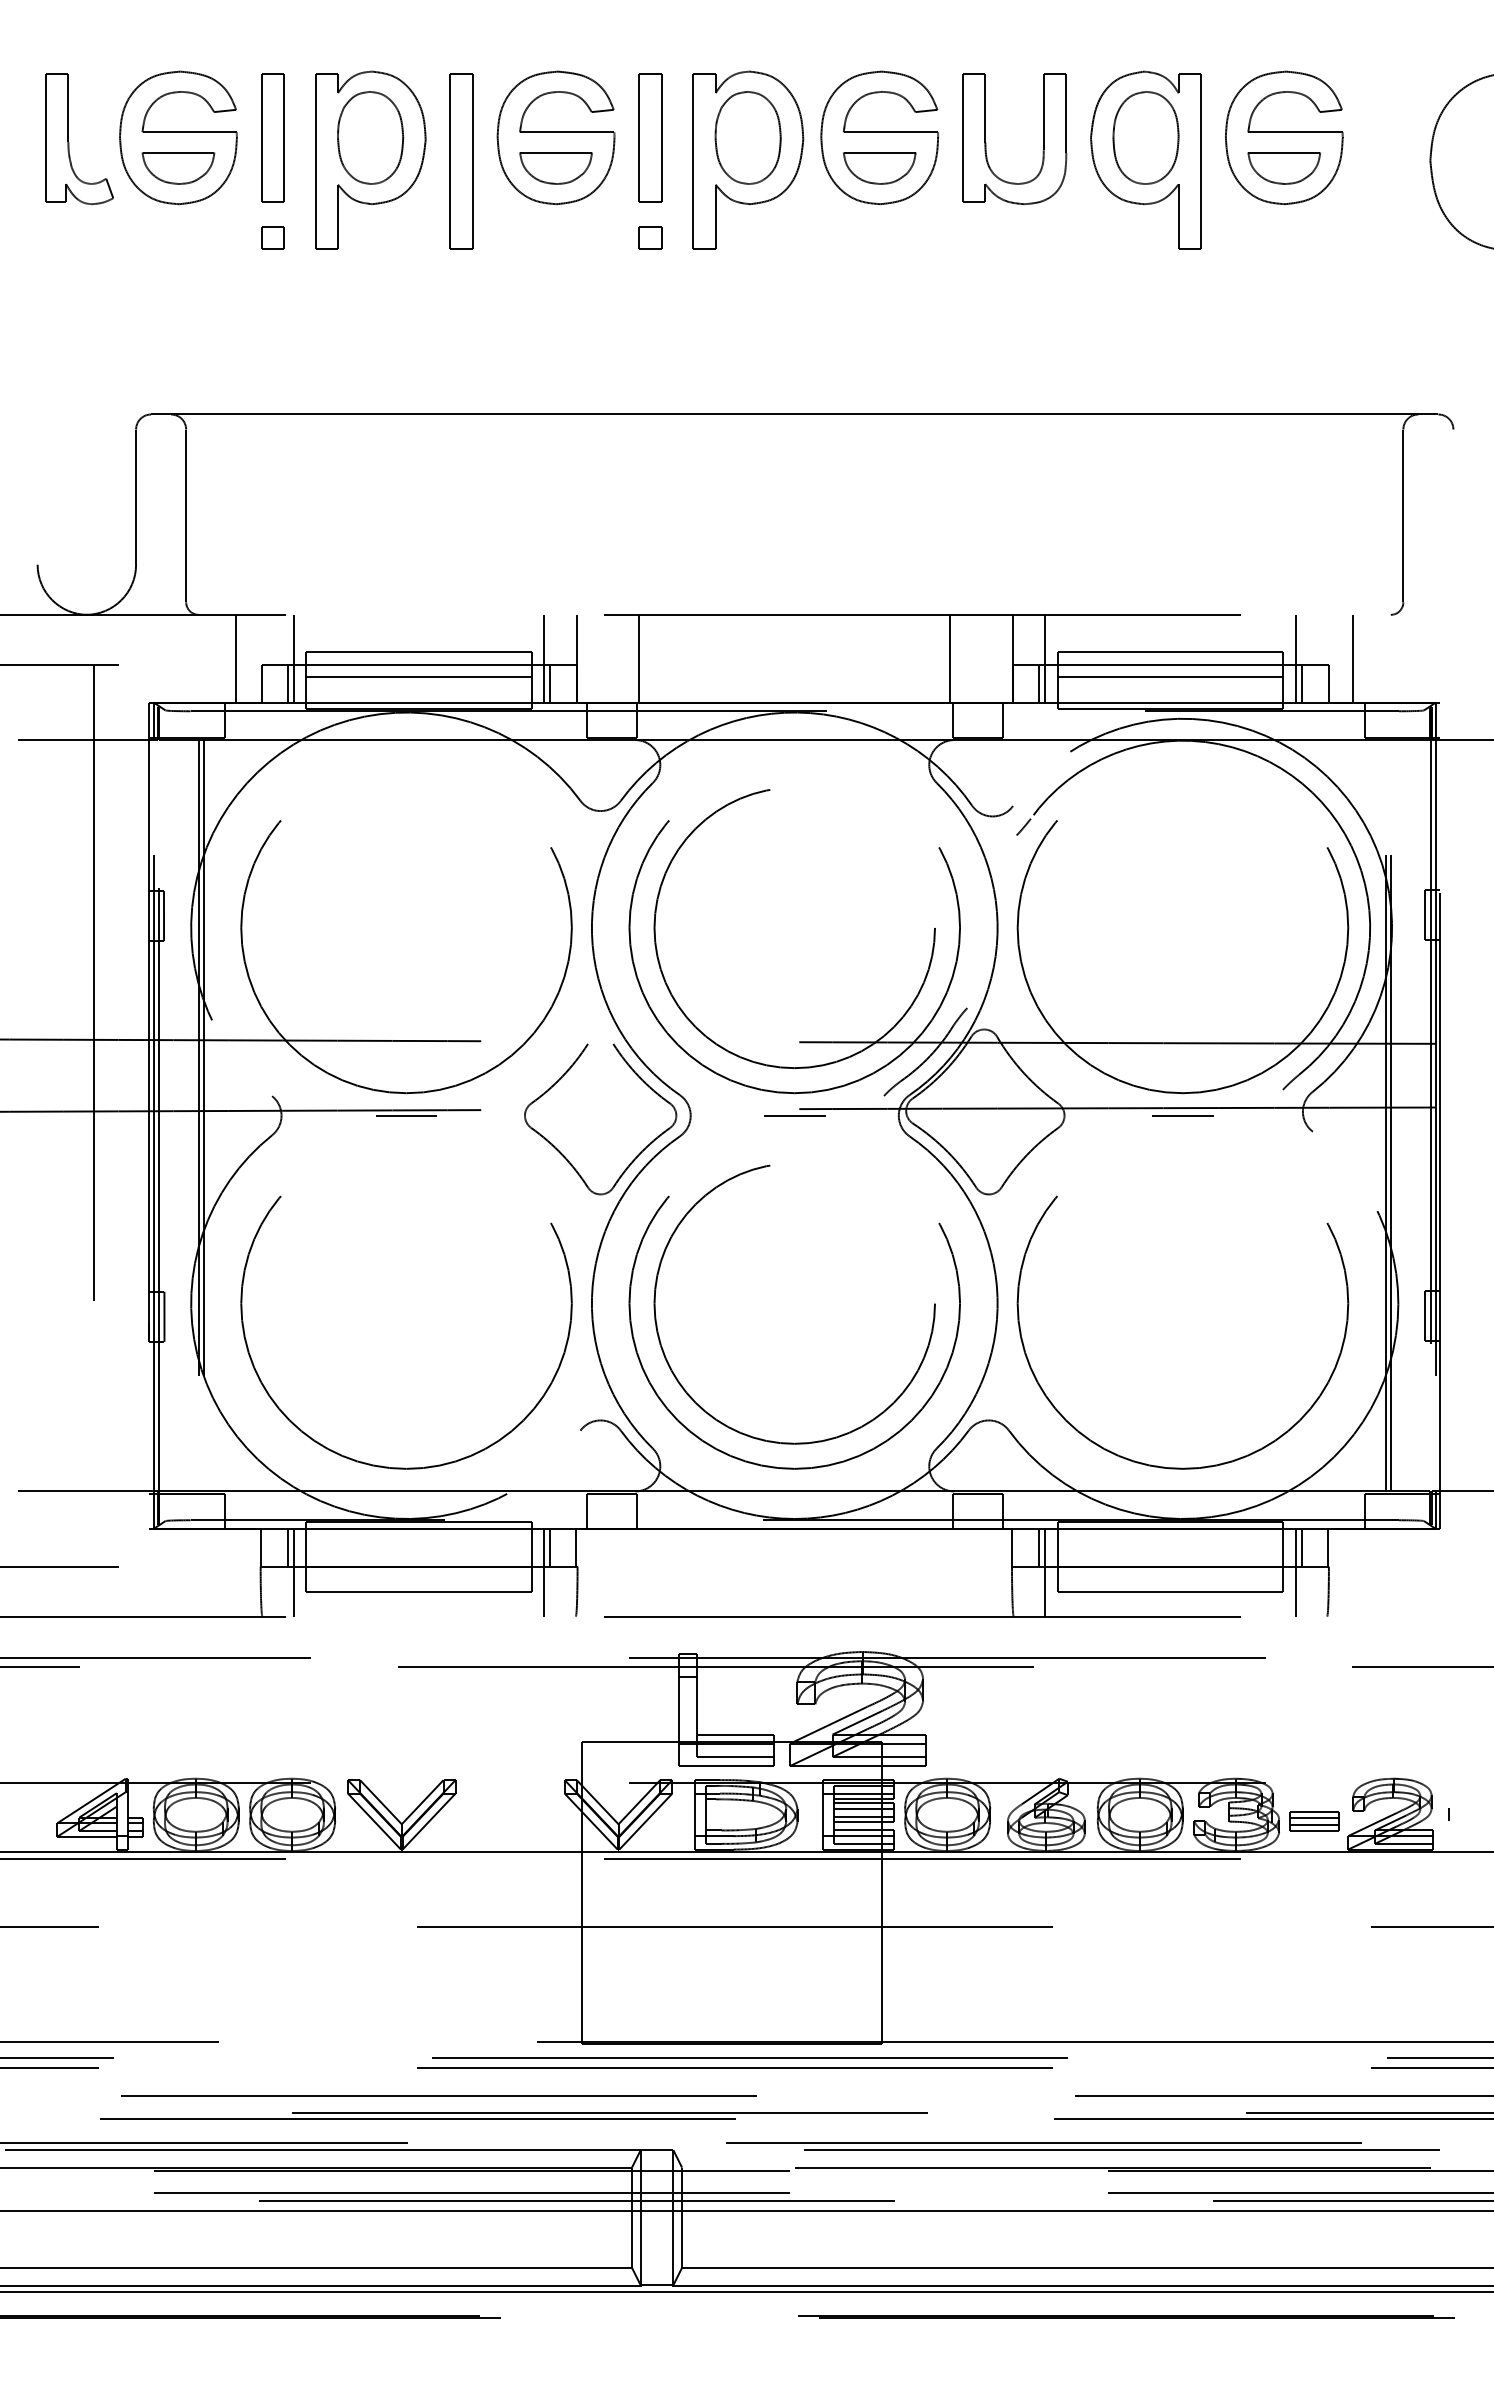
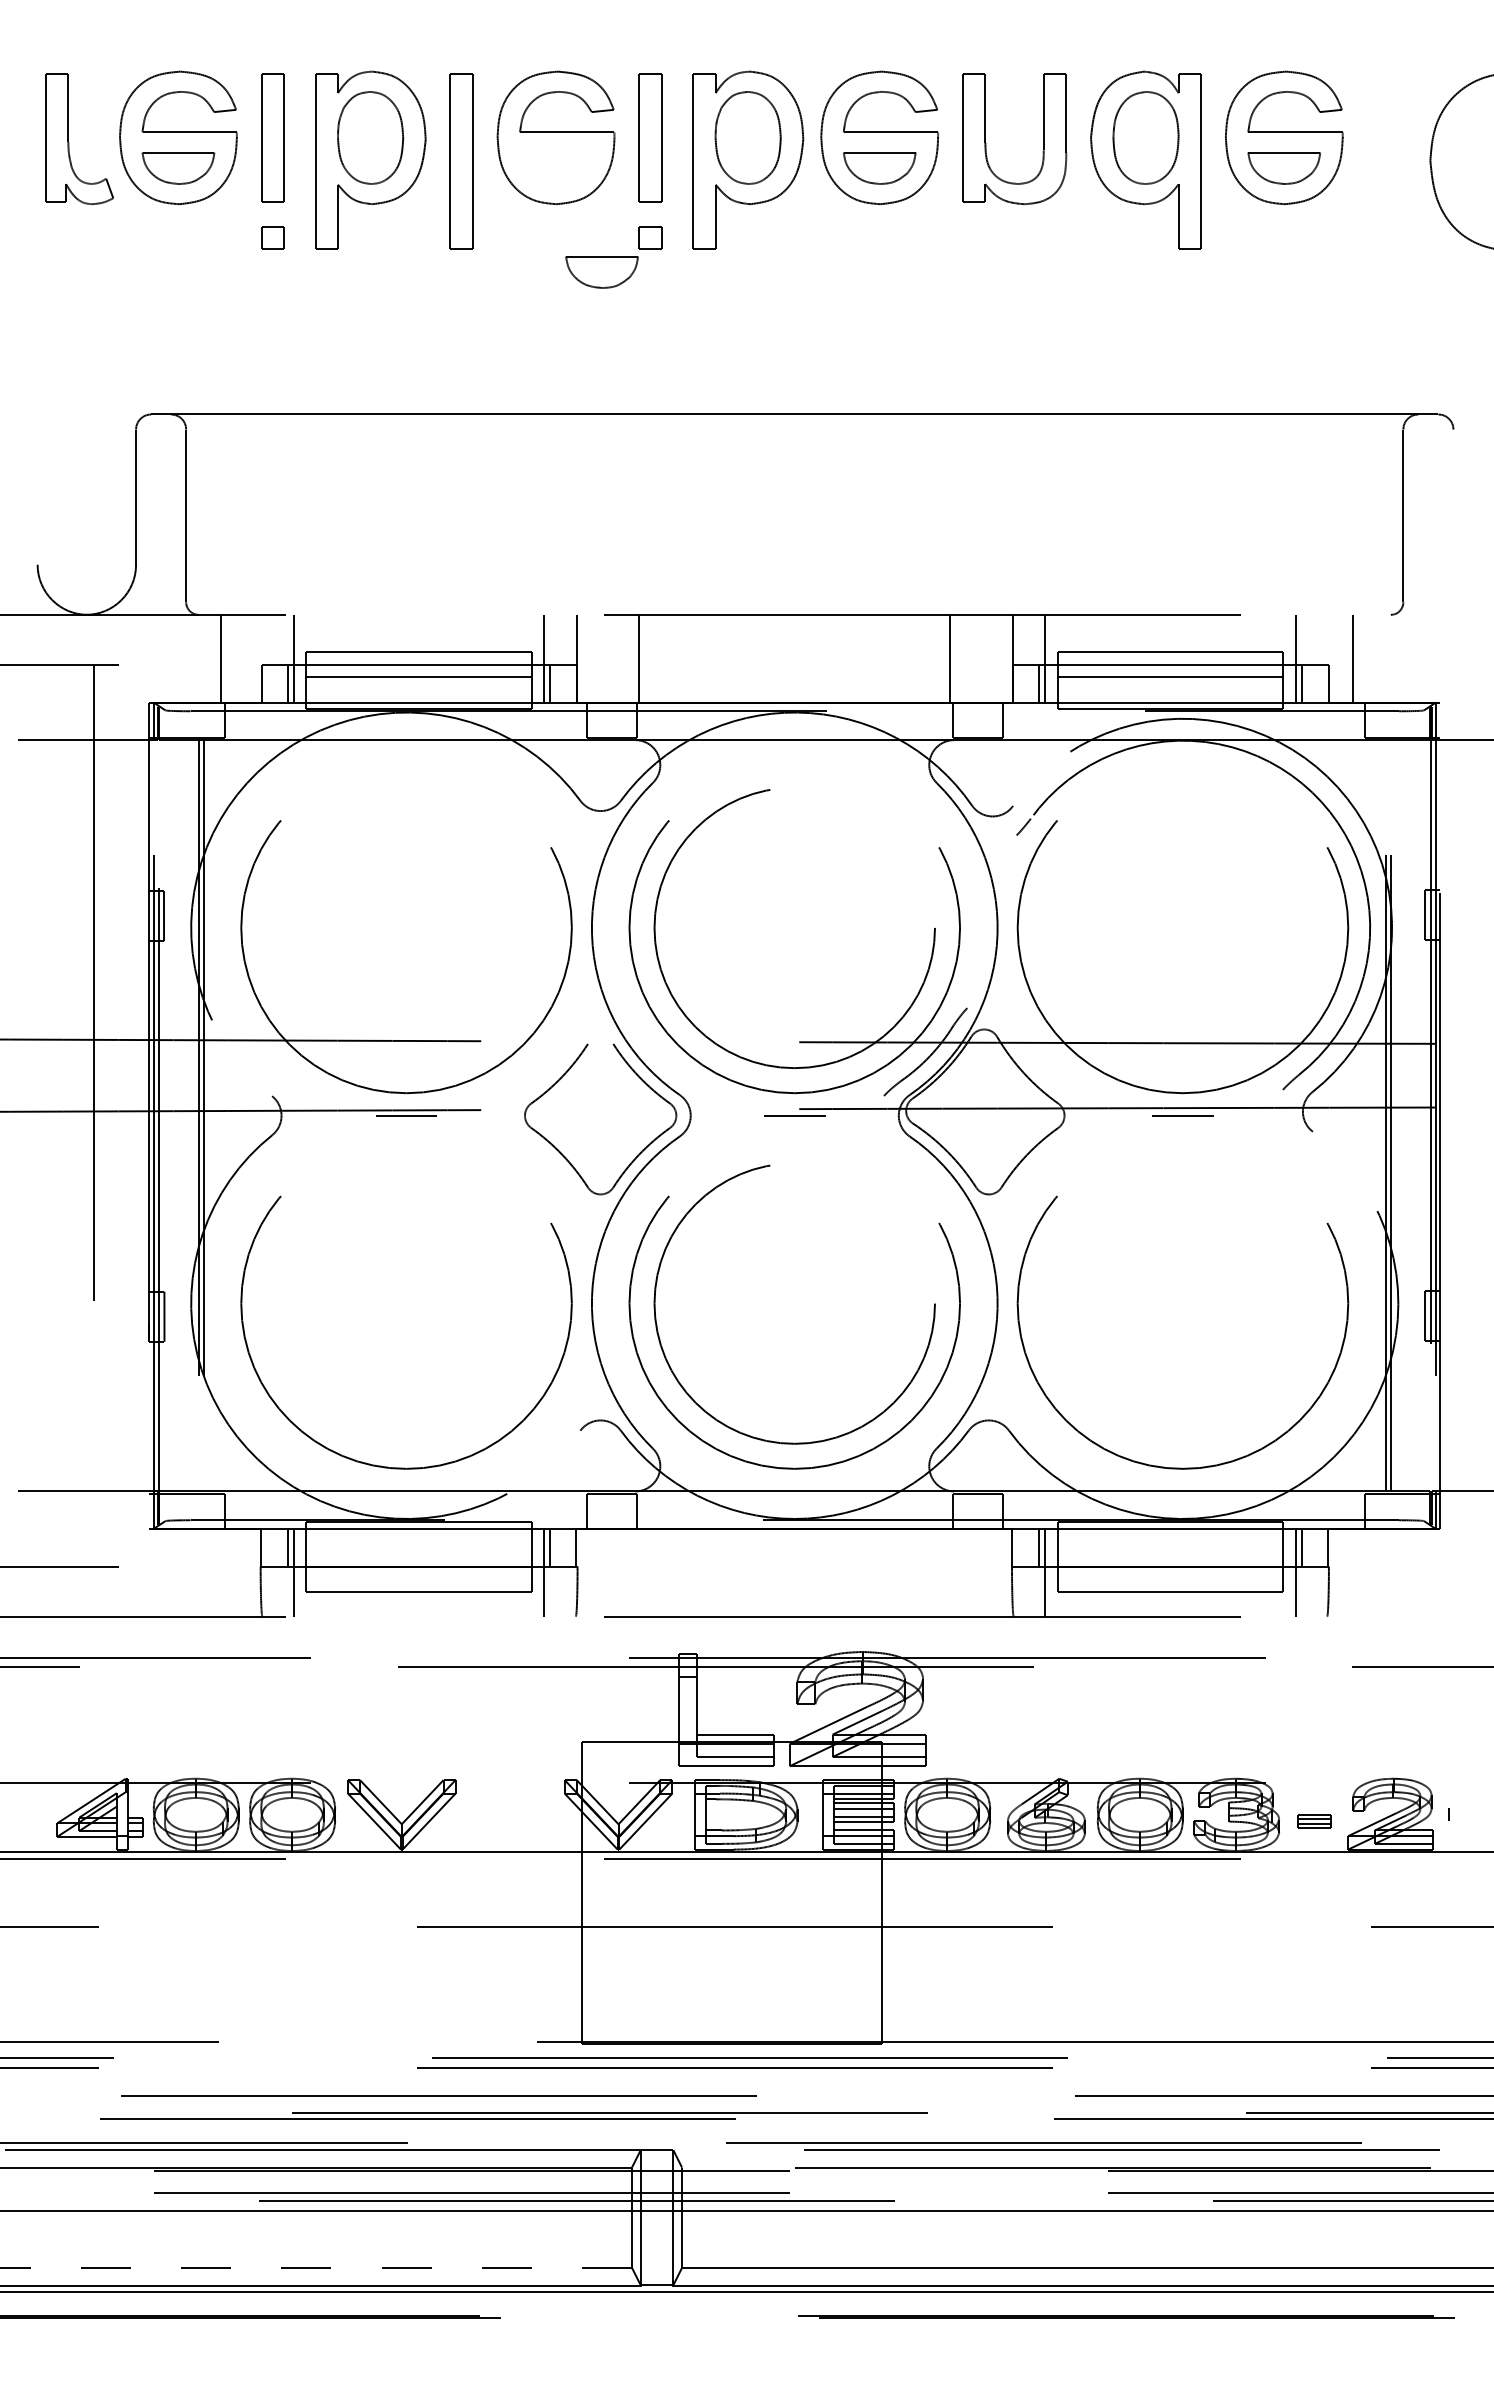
part at (555, 168) position: (555, 168) -> (601, 272)
line at (236, 658) position: (236, 658) -> (221, 658)
part at (1314, 1821) size: 51x21 px -> 35x15 px
line at (316, 2267): solid -> dashed
